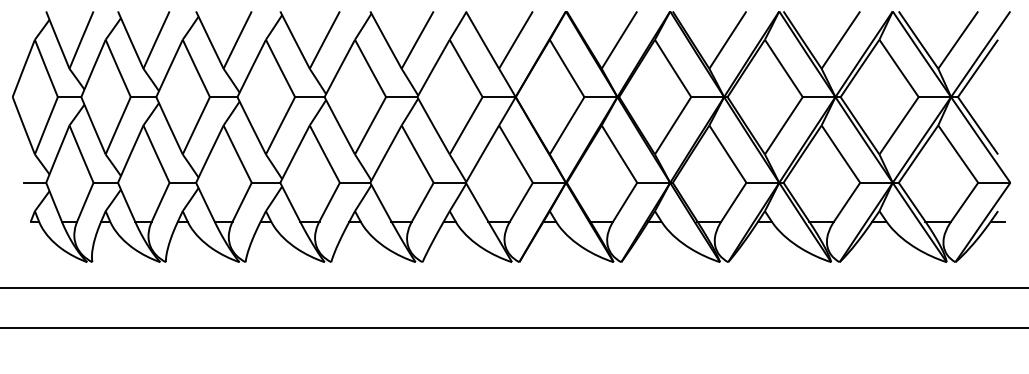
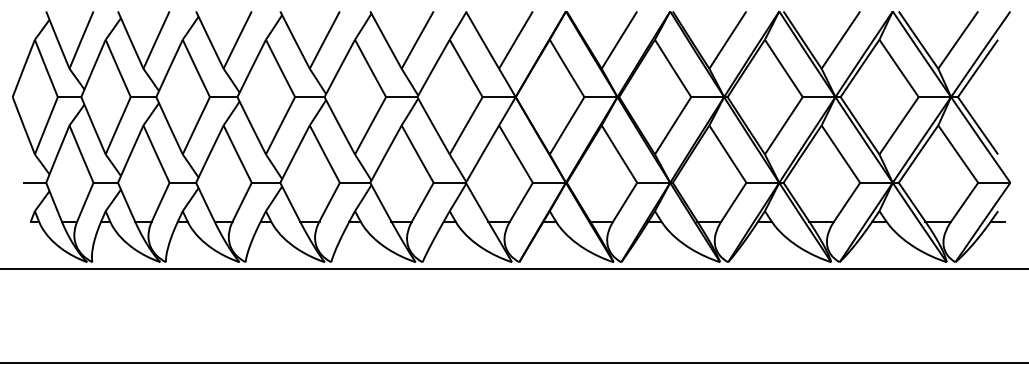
line at (513, 287) position: (513, 287) -> (513, 268)
line at (513, 327) position: (513, 327) -> (513, 362)
